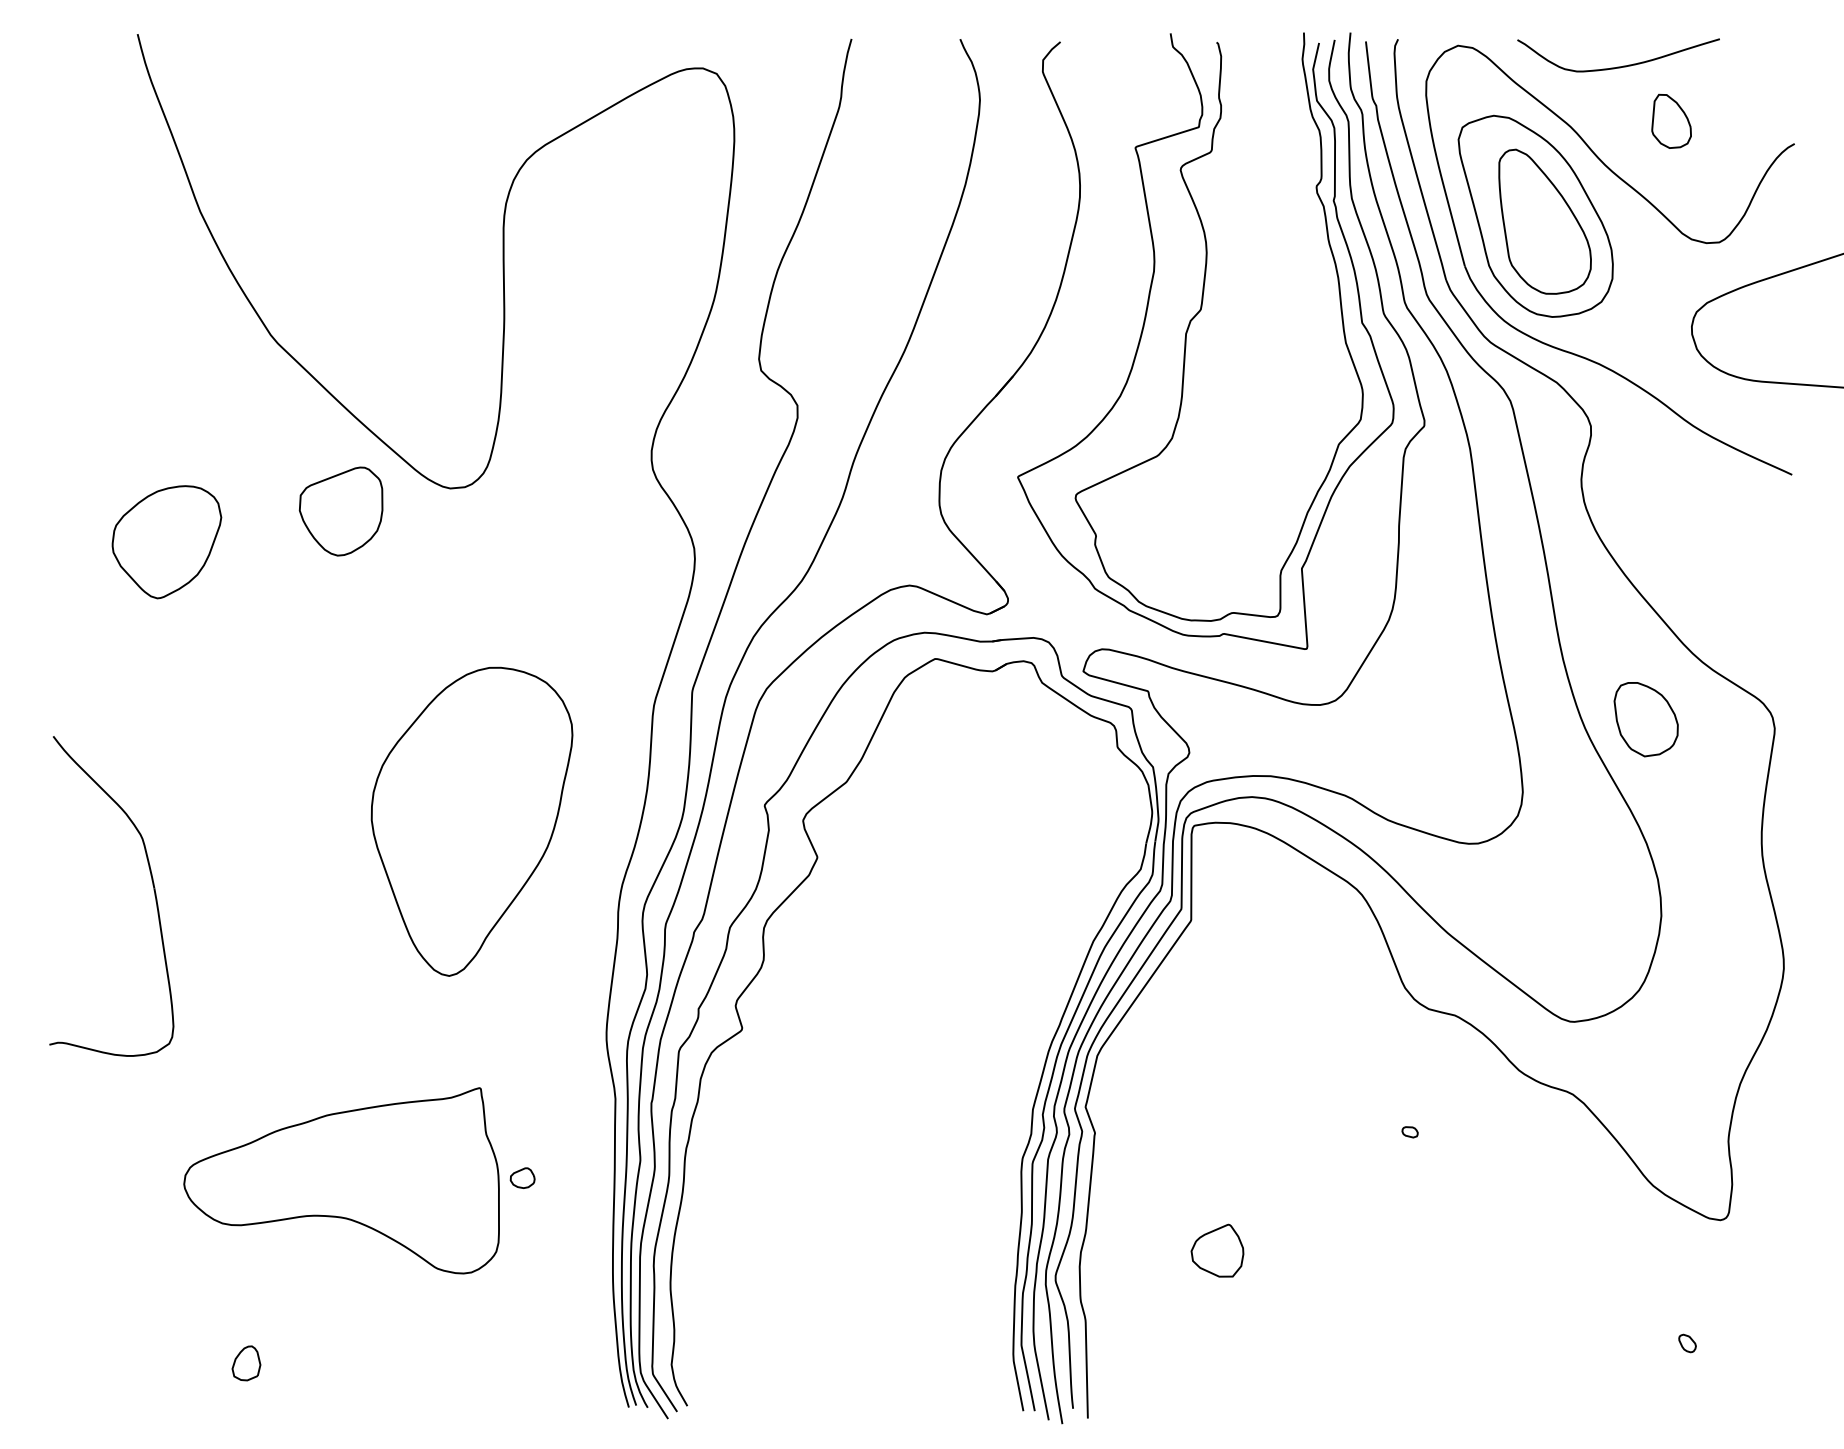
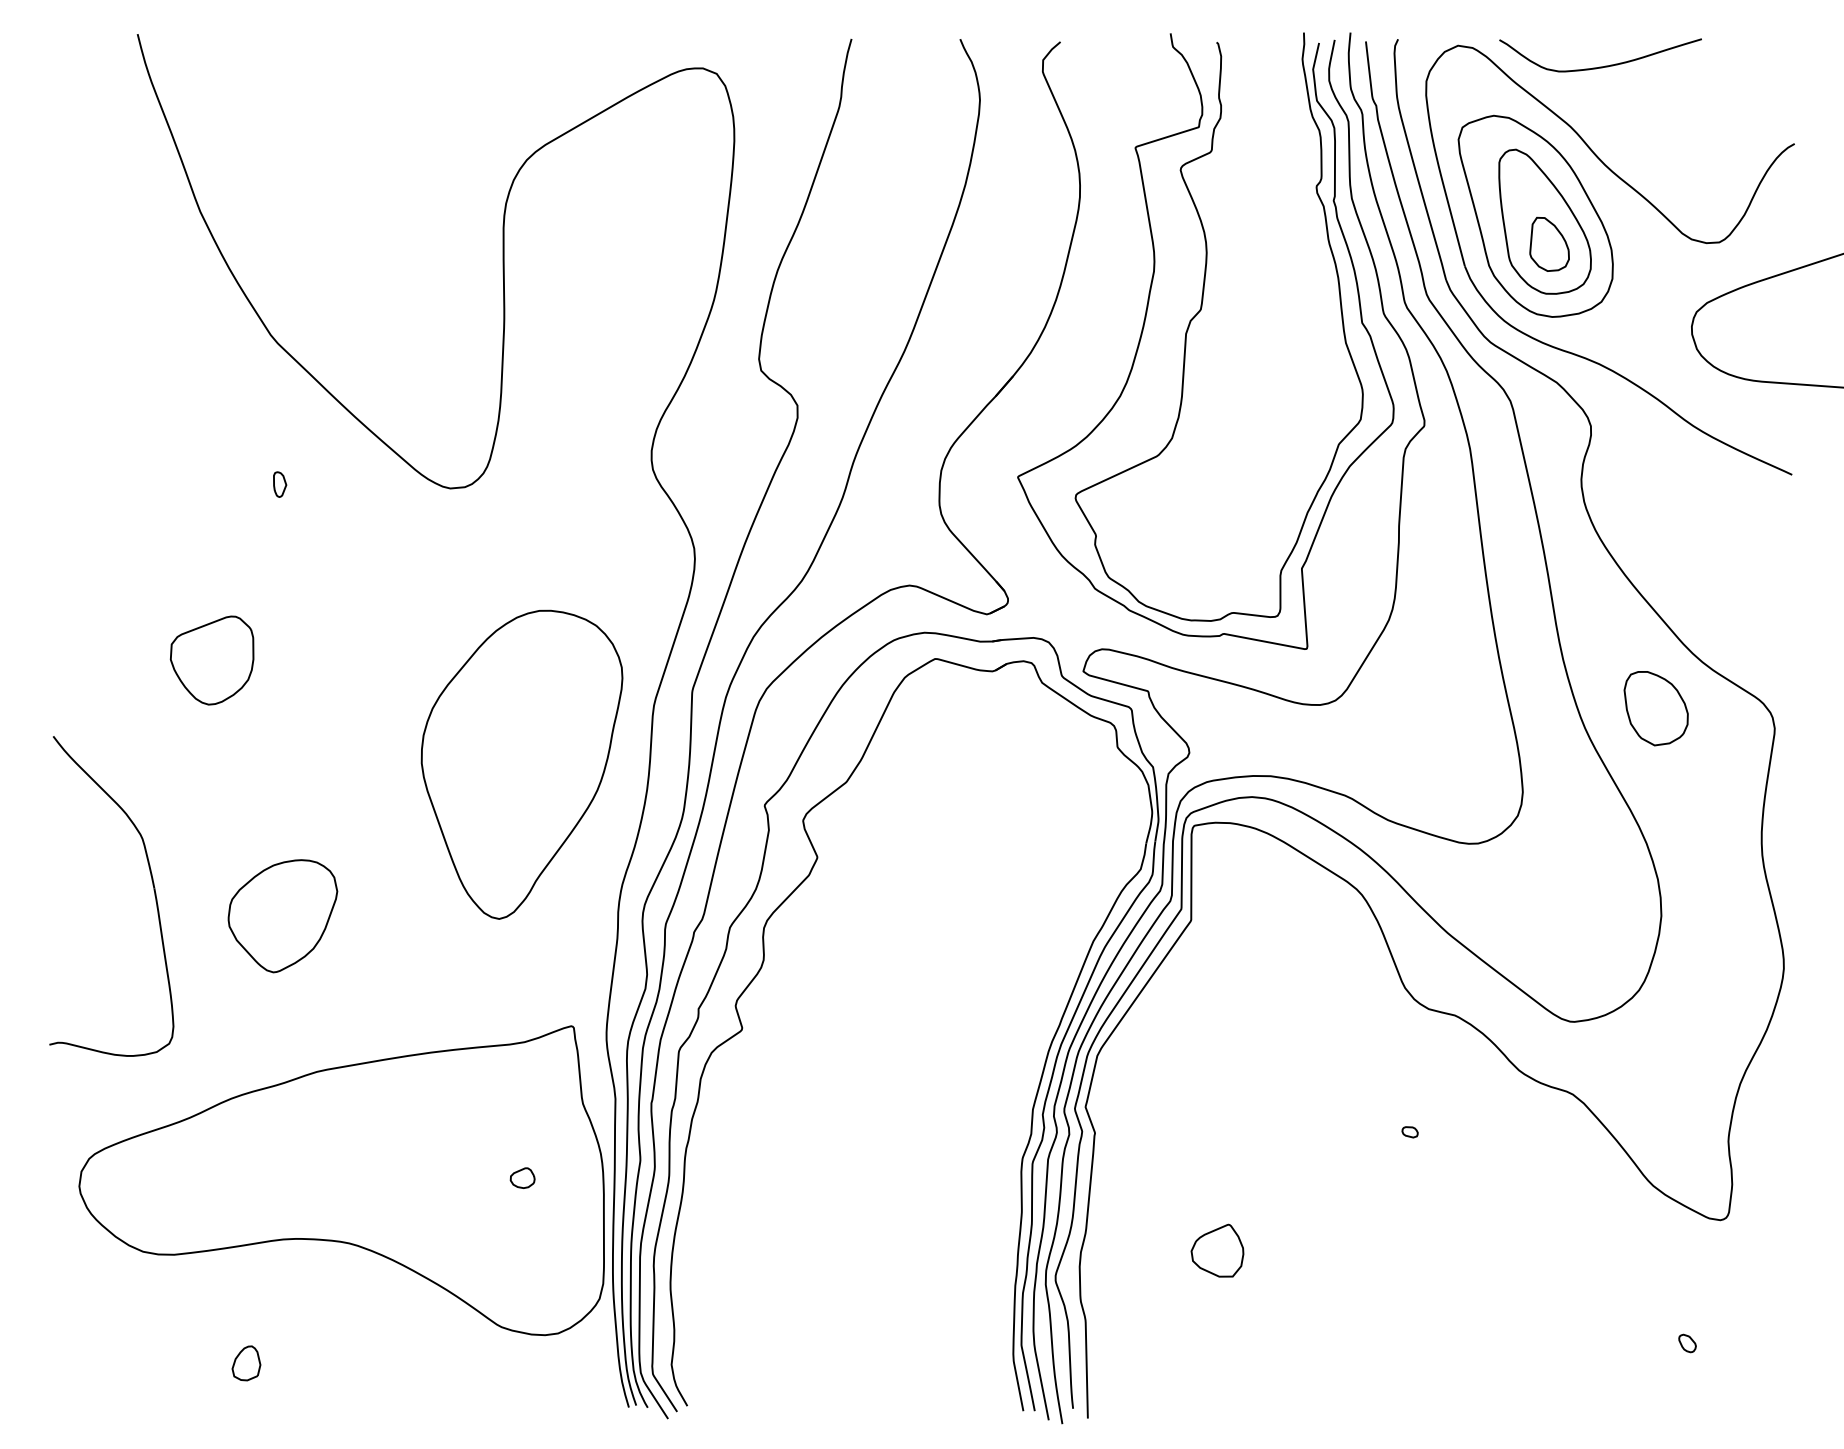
curve at (1618, 66) position: (1618, 66) -> (1600, 66)
part at (1671, 120) position: (1671, 120) -> (1549, 243)
part at (280, 484): none -> present
part at (340, 511) position: (340, 511) -> (211, 660)
part at (166, 542) position: (166, 542) -> (282, 916)
part at (1645, 719) position: (1645, 719) -> (1655, 708)
part at (471, 821) position: (471, 821) -> (521, 764)
part at (341, 1180) size: 317x188 px -> 527x312 px
